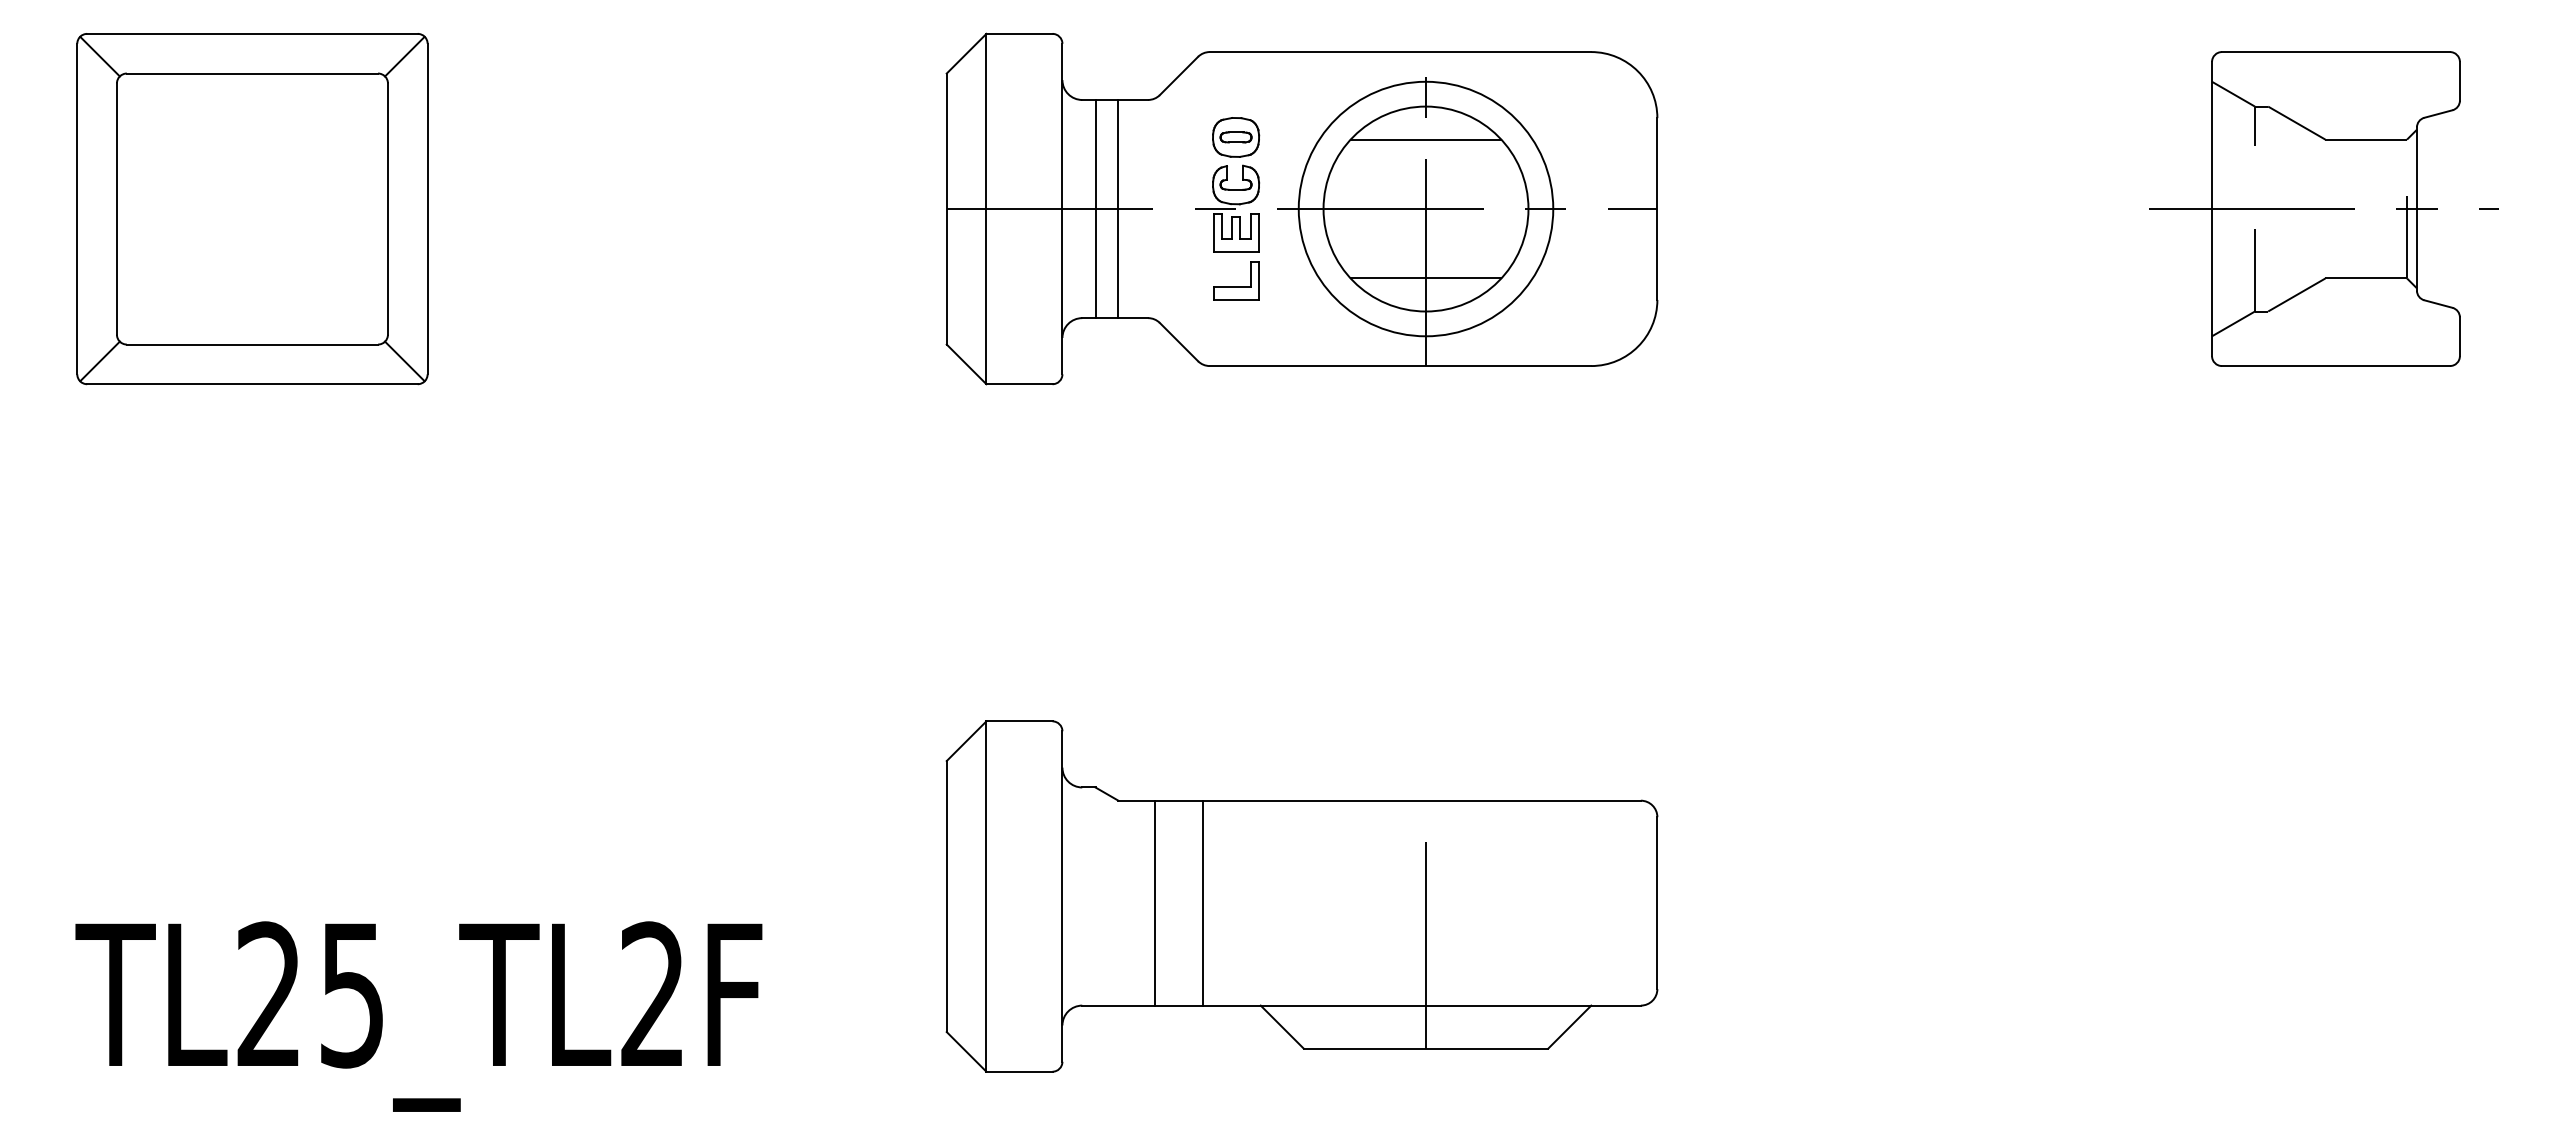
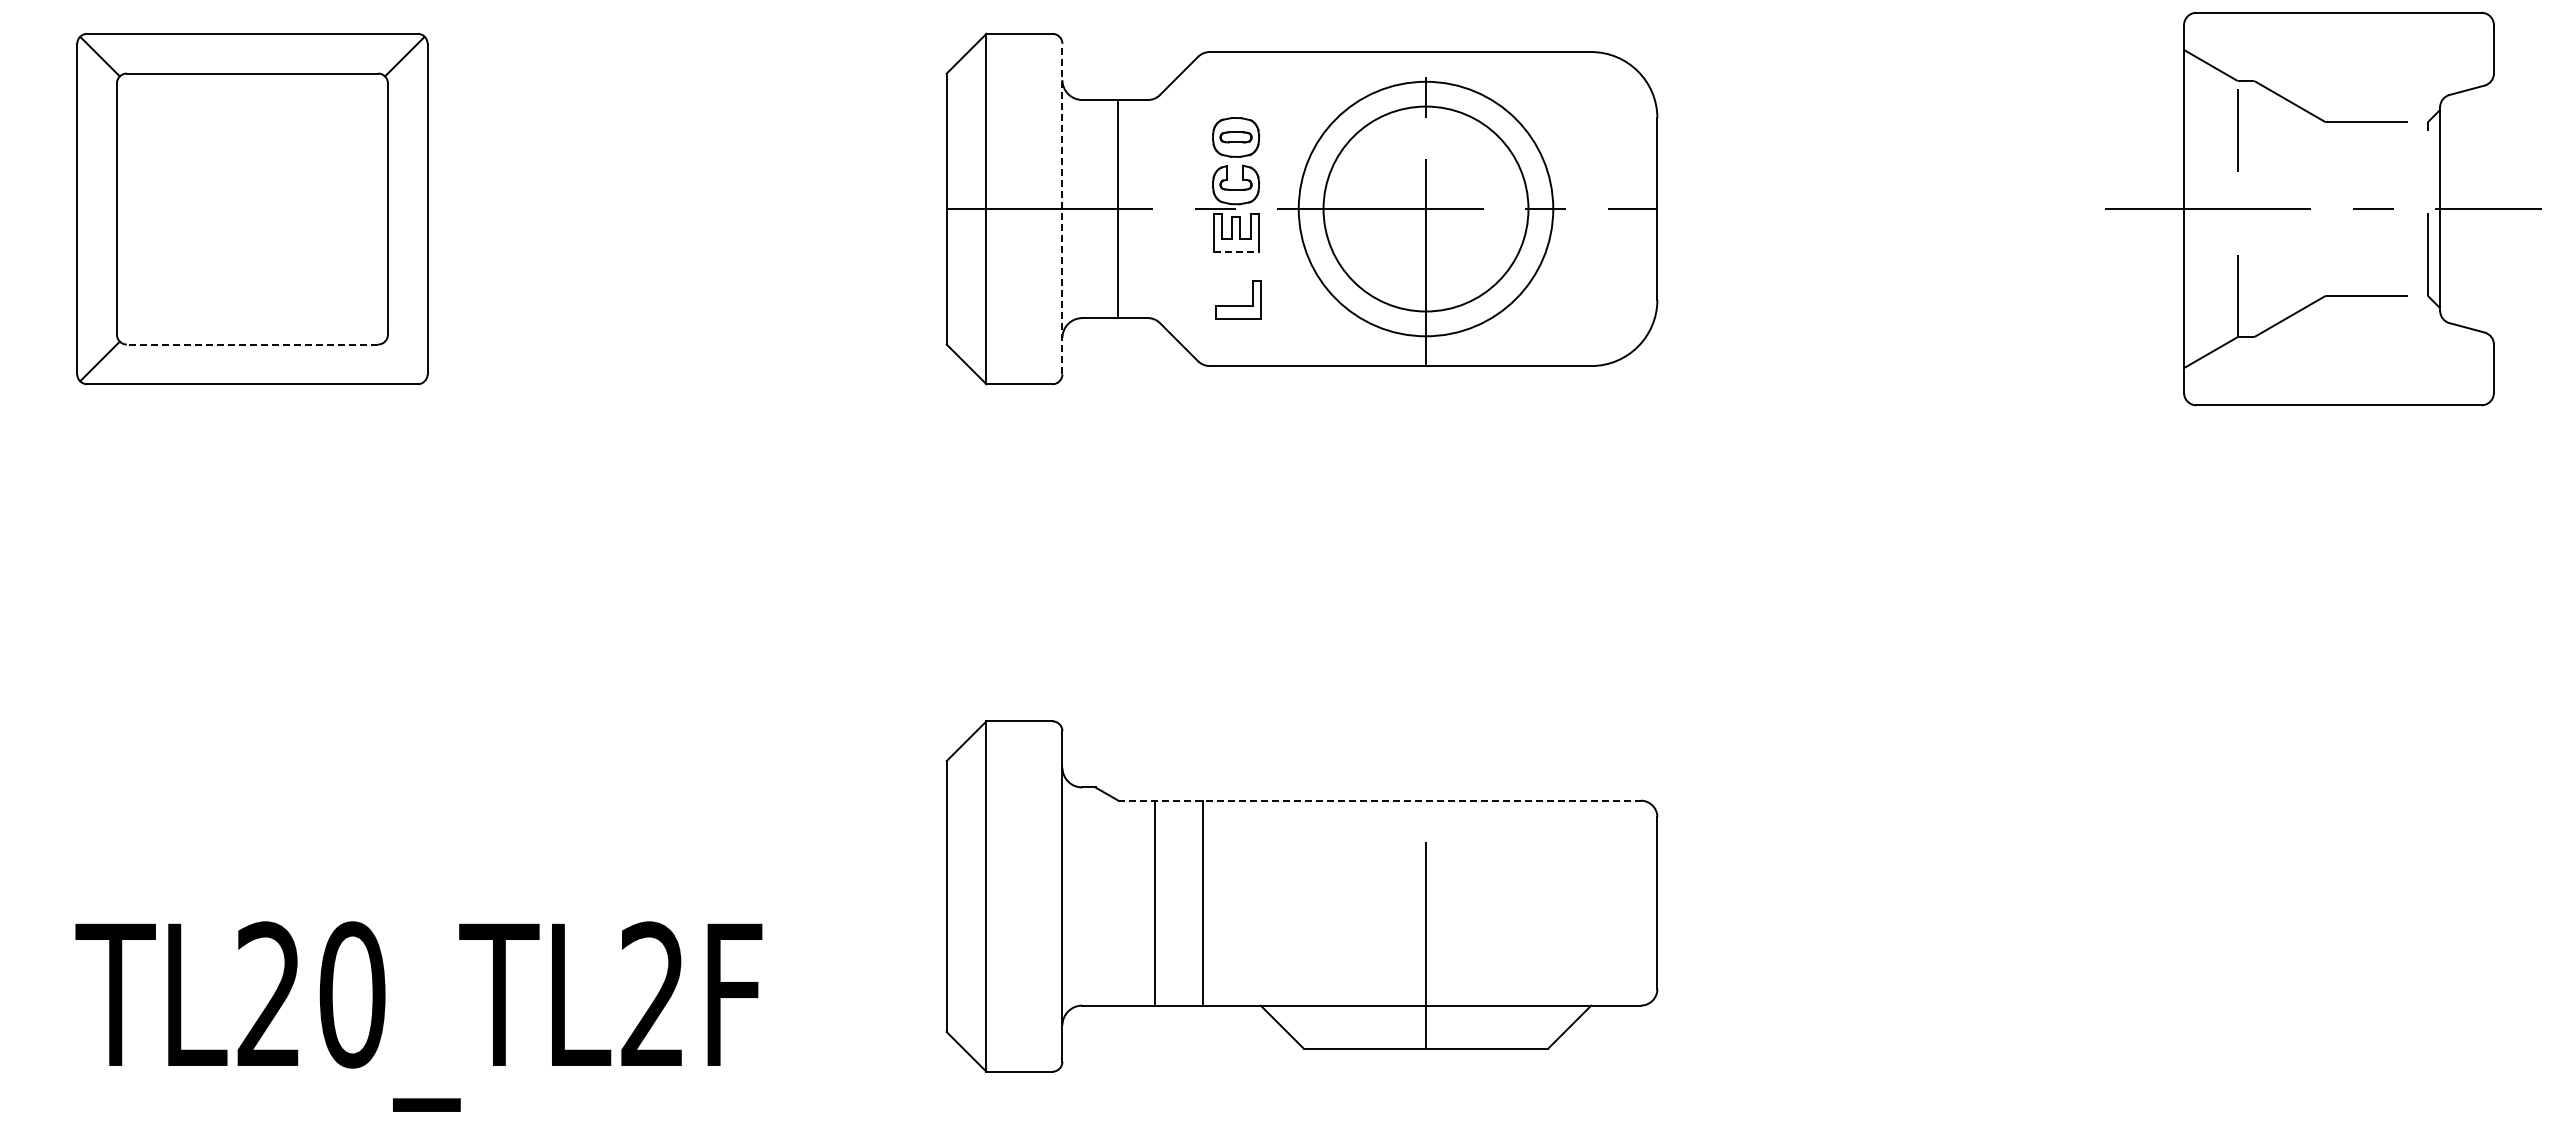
line at (1425, 139): present -> none
line at (1062, 208): solid -> dashed
line at (1095, 208): present -> none
part at (2323, 208) size: 350x316 px -> 437x395 px
line at (1236, 252): solid -> dashed
line at (1425, 278): present -> none
part at (1236, 280) position: (1236, 280) -> (1238, 299)
line at (252, 344): solid -> dashed
line at (404, 361): present -> none
line at (1380, 800): solid -> dashed
text at (352, 994): TL25_TL2F -> TL20_TL2F
